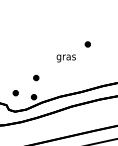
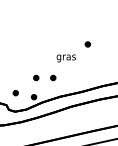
part at (53, 77): none -> present
